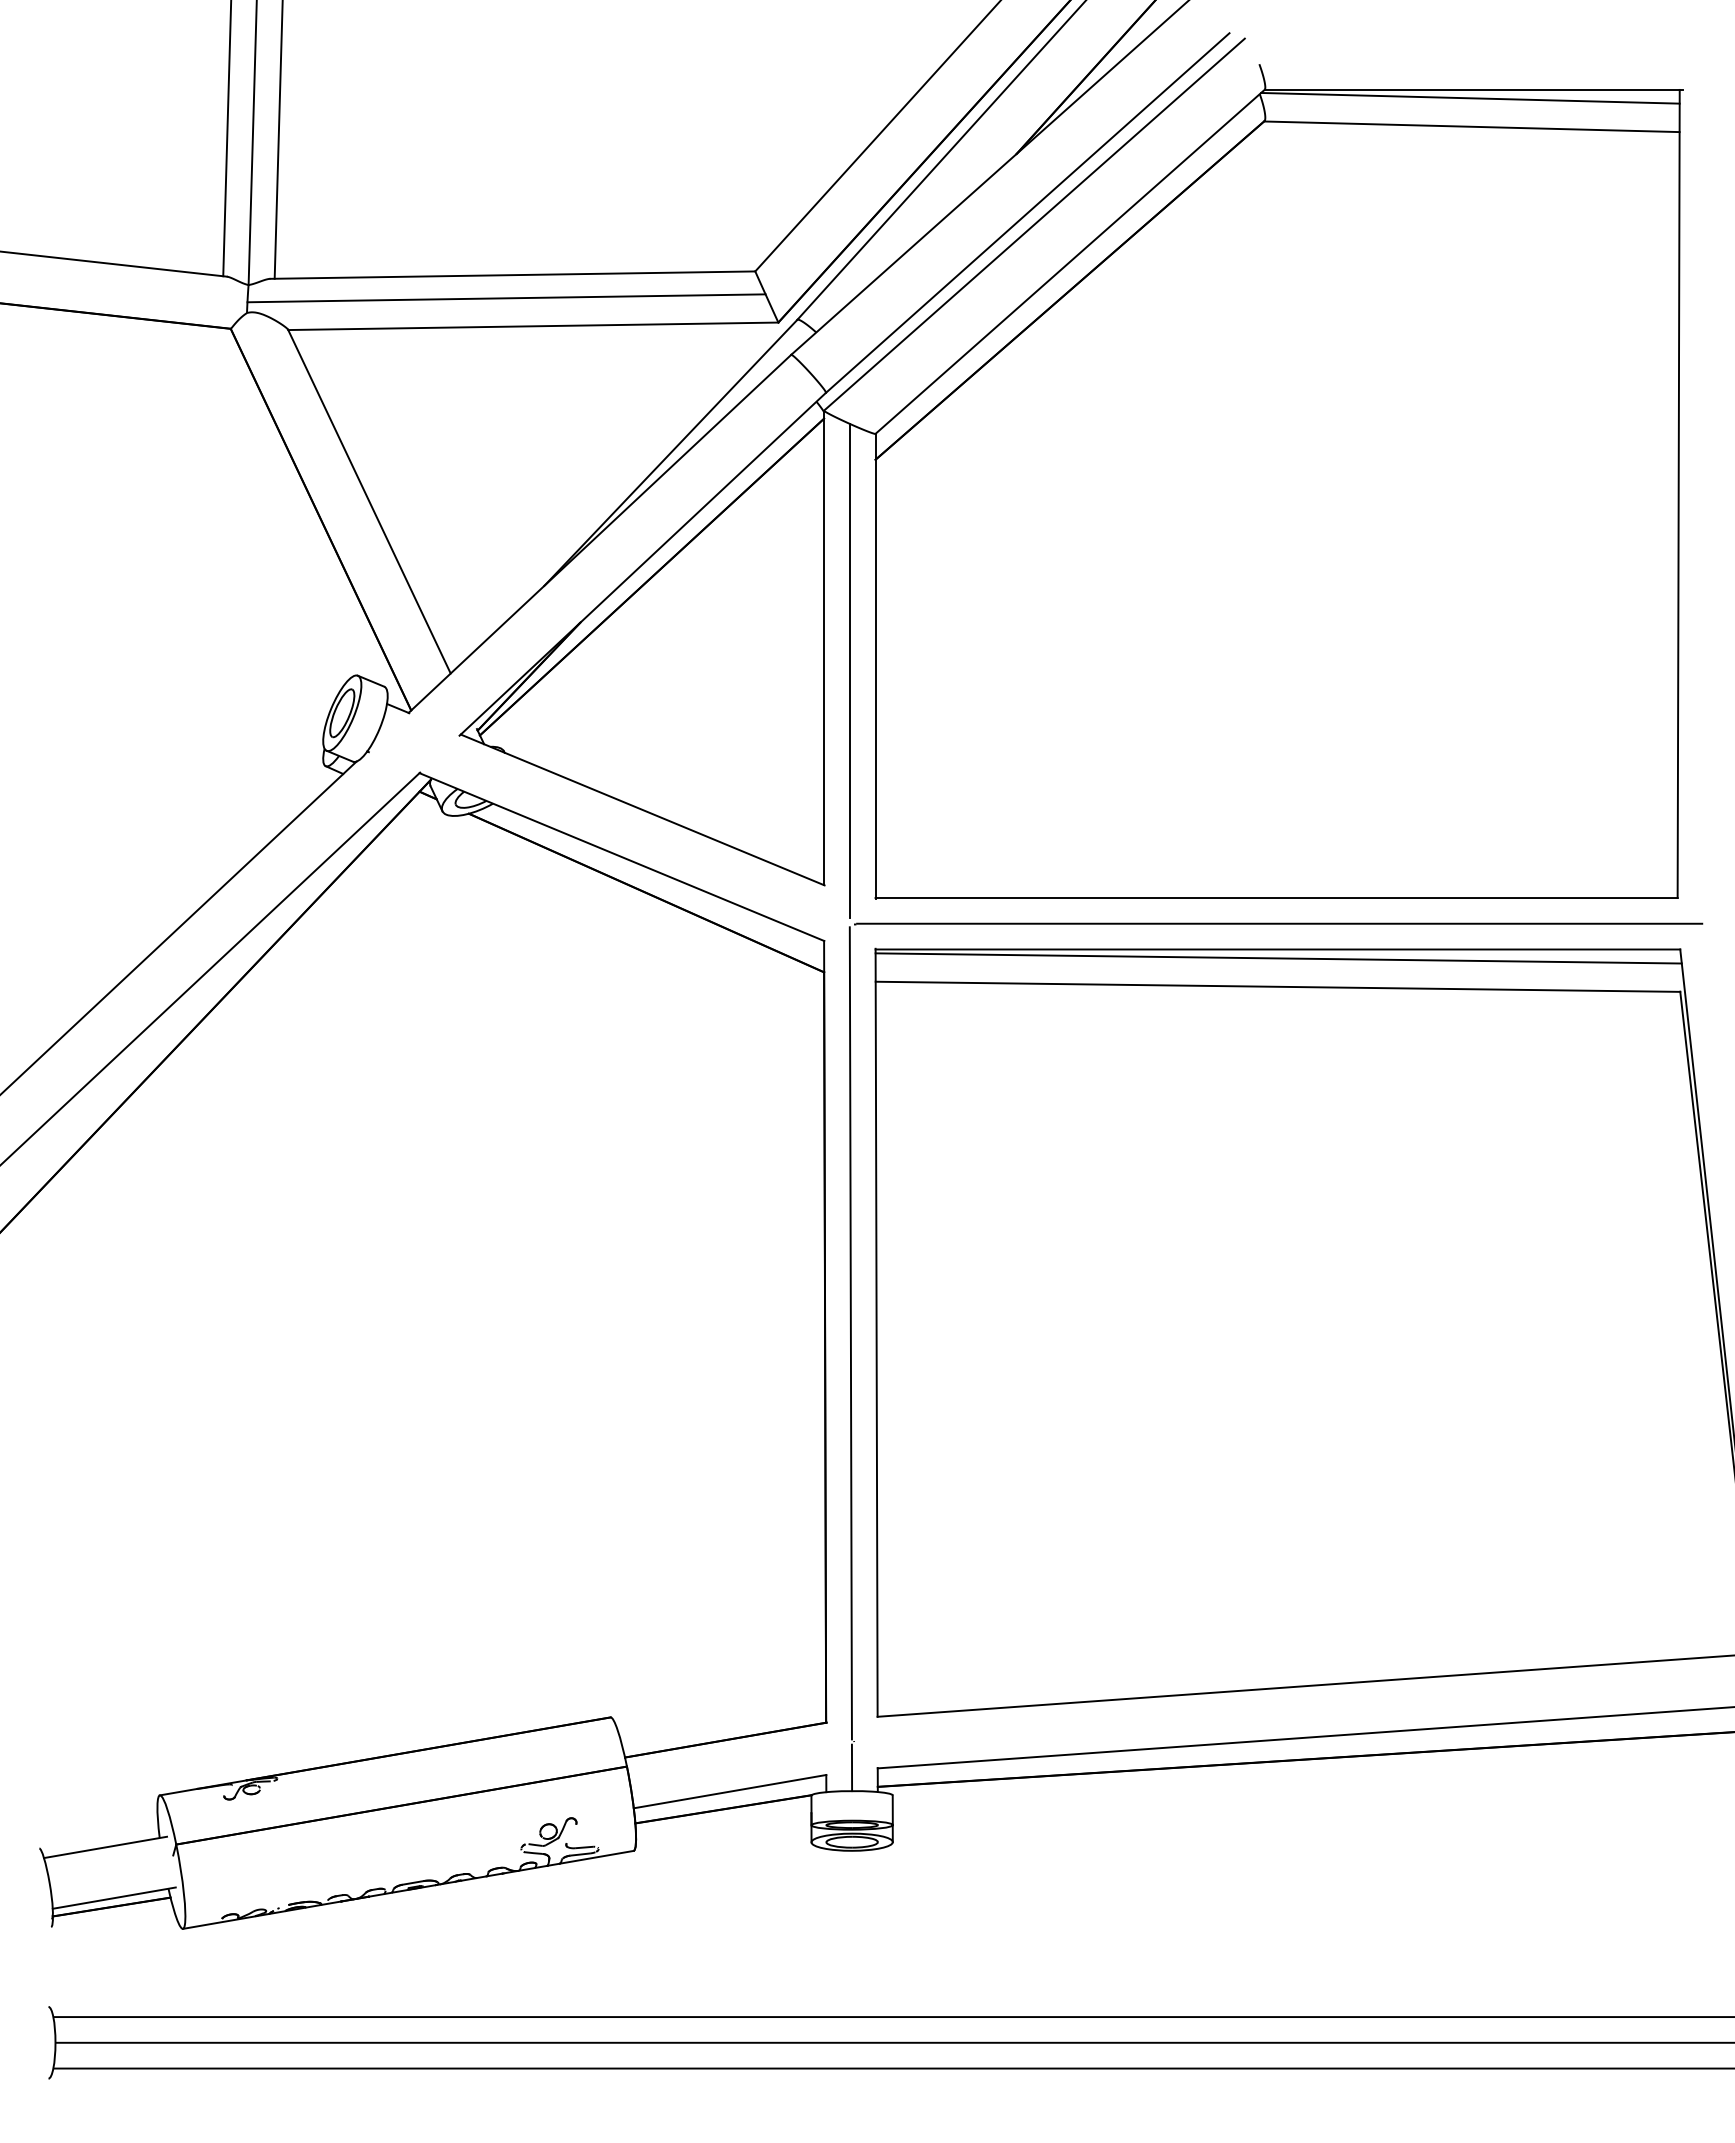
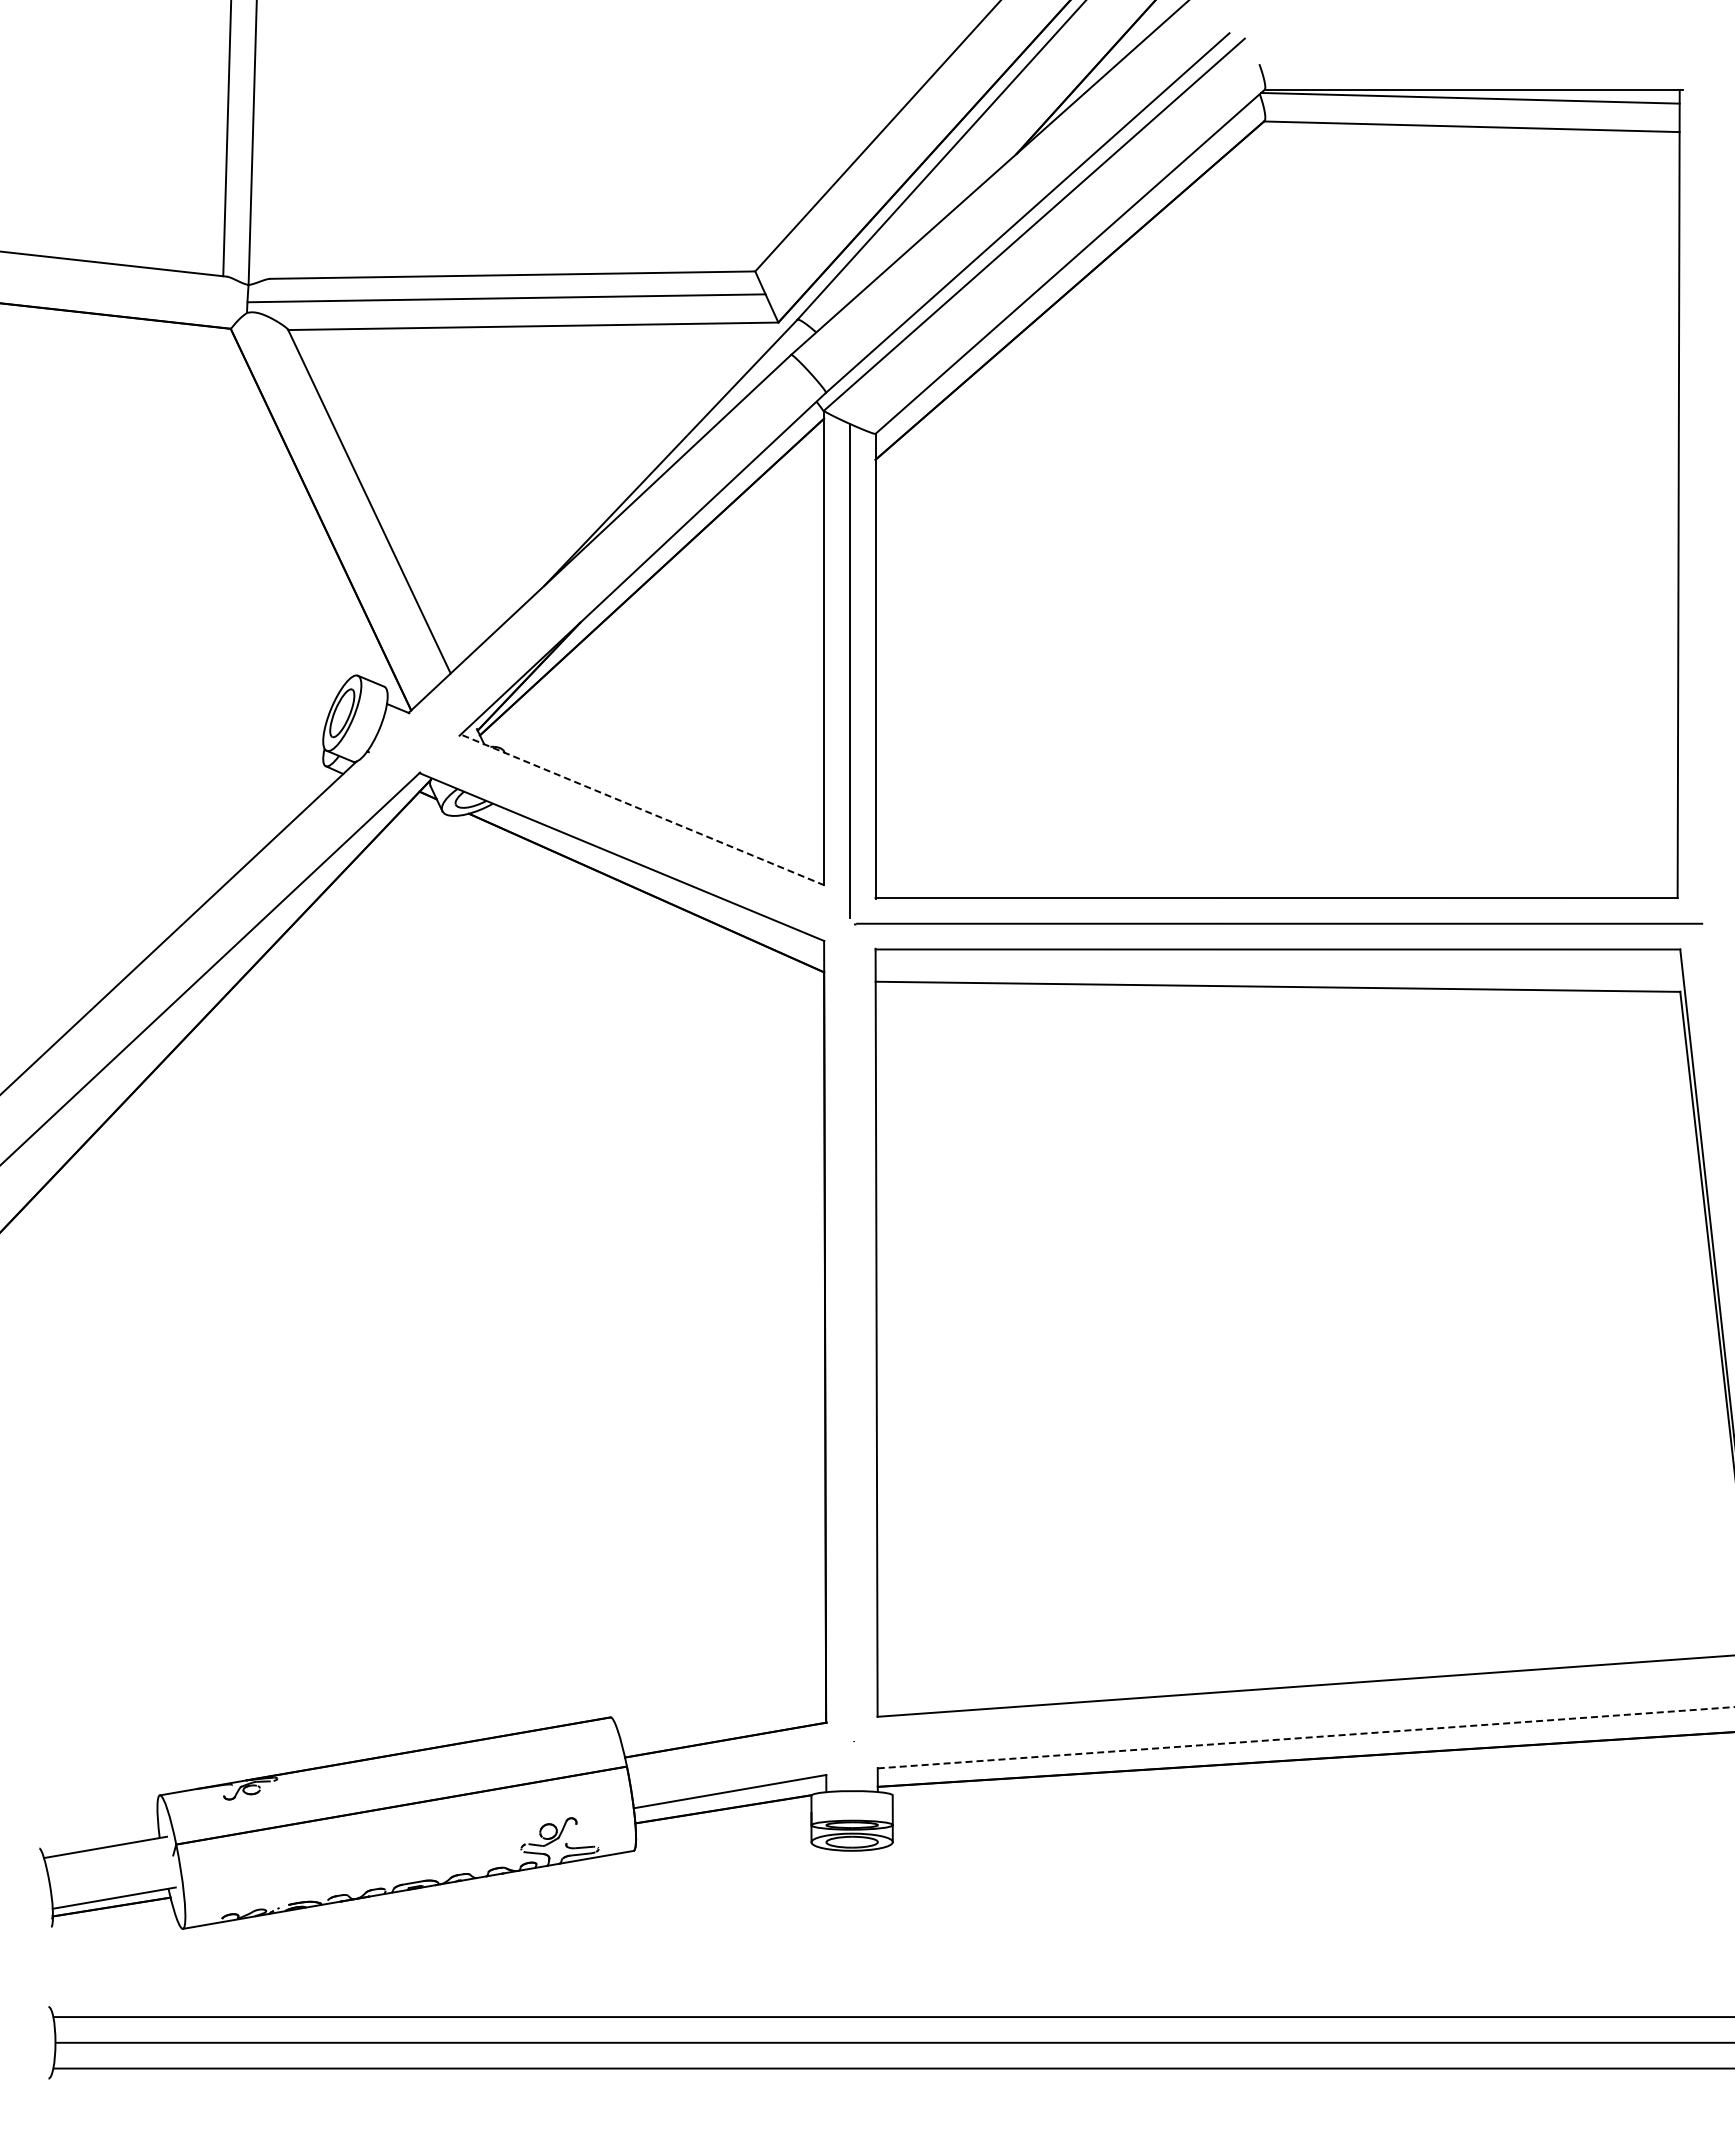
line at (278, 140): present -> none
line at (642, 809): solid -> dashed
line at (1278, 958): present -> none
line at (850, 1333): present -> none
line at (1306, 1737): solid -> dashed
line at (851, 1767): present -> none
